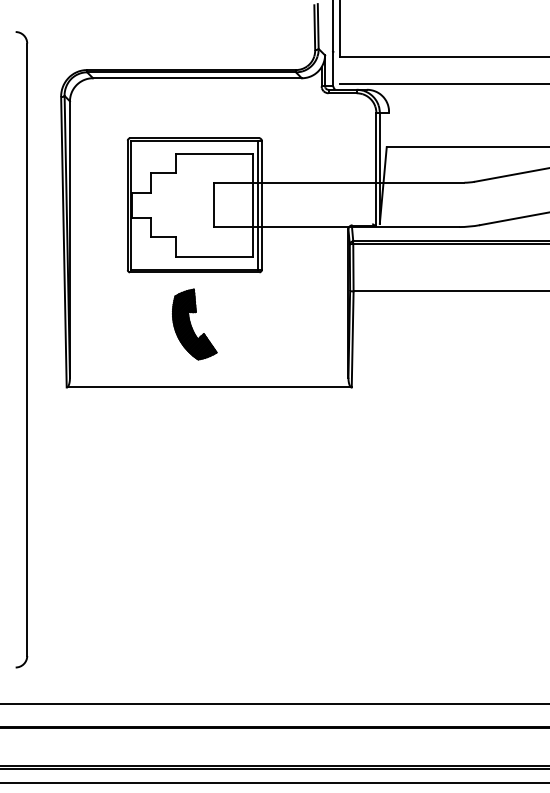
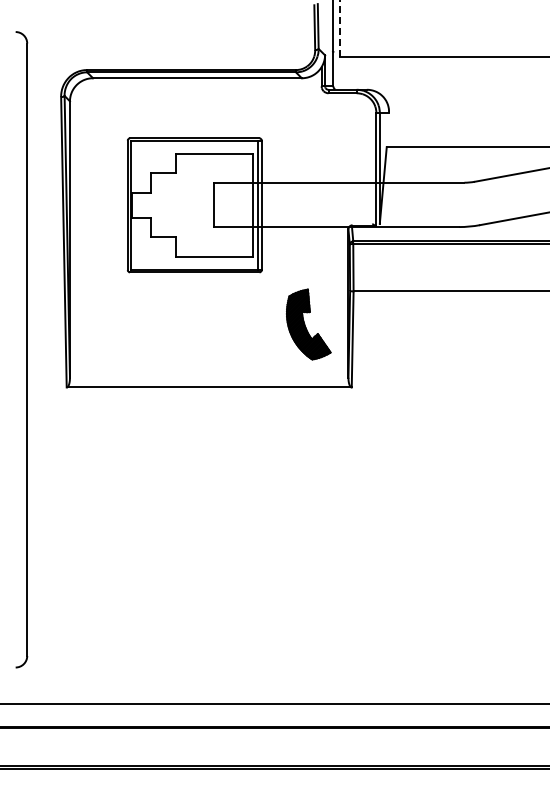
line at (340, 28): solid -> dashed
line at (442, 84): present -> none
part at (194, 324) position: (194, 324) -> (308, 324)
line at (274, 783): present -> none
